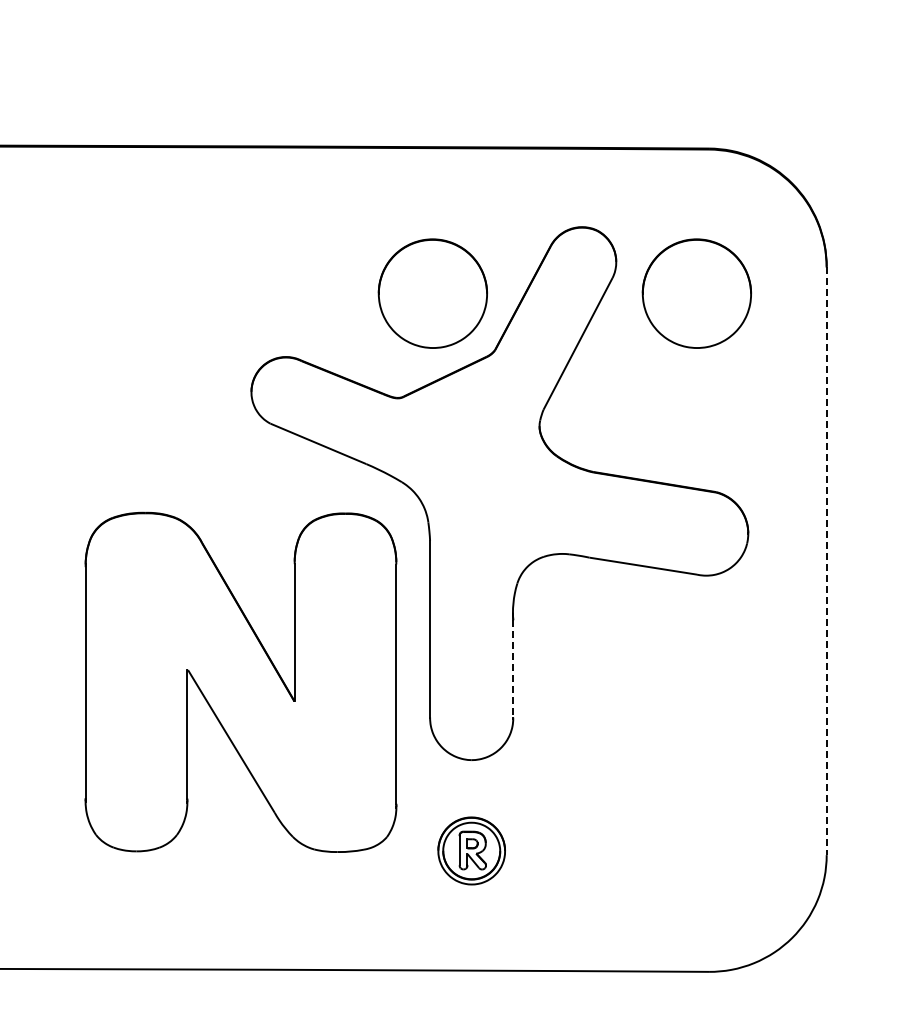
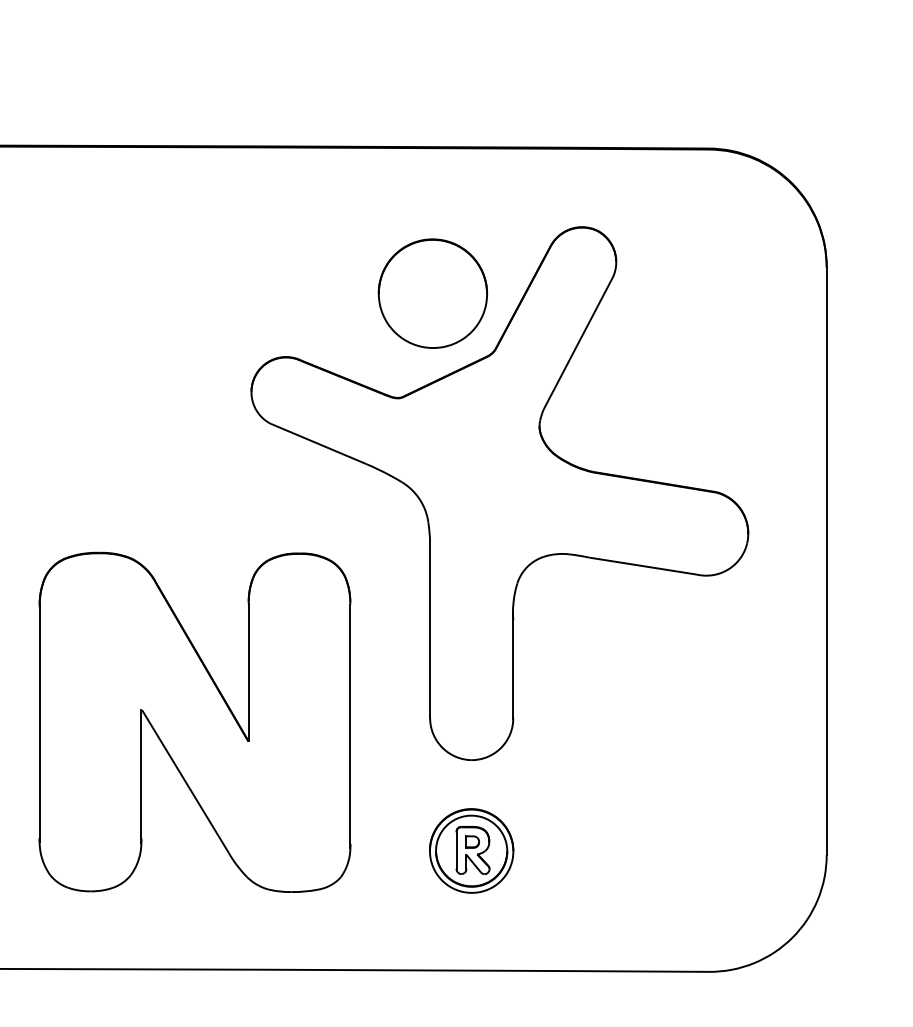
part at (696, 293): present -> none
line at (826, 561): dashed -> solid
line at (513, 669): dashed -> solid
part at (240, 681) position: (240, 681) -> (194, 721)
part at (471, 850) size: 69x70 px -> 86x86 px
